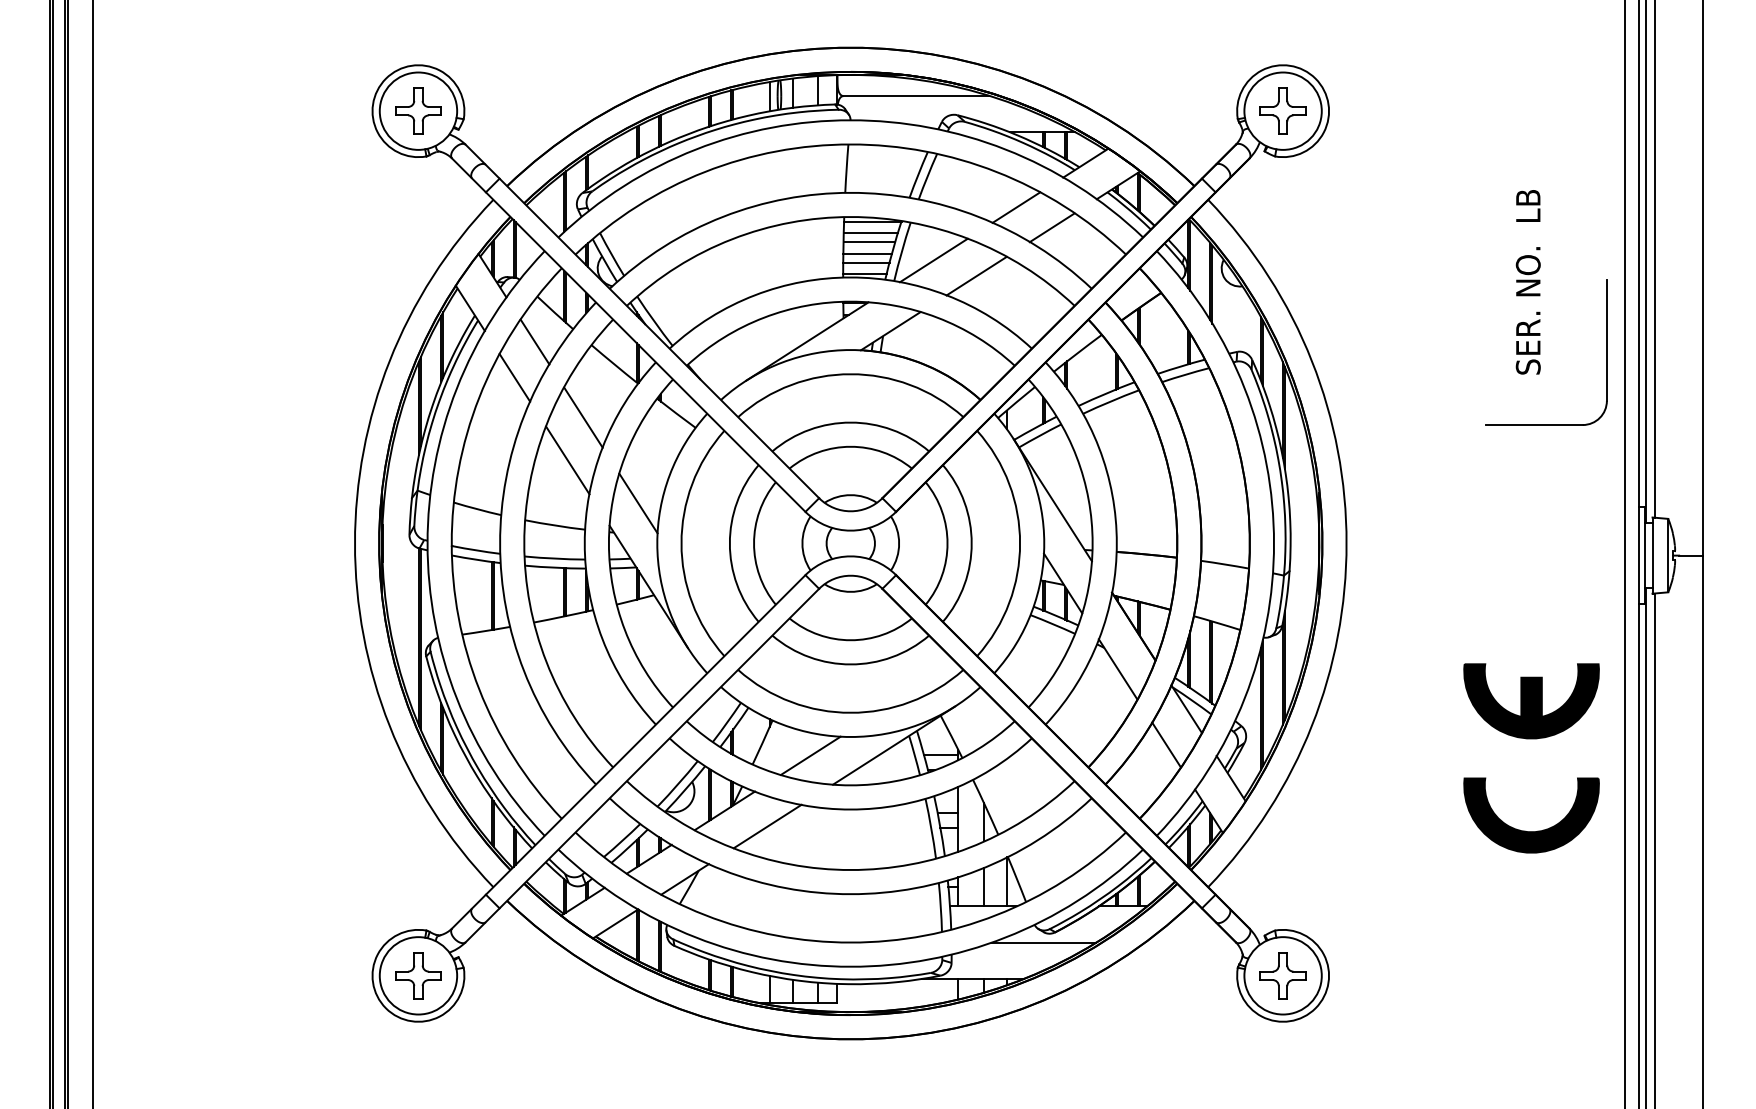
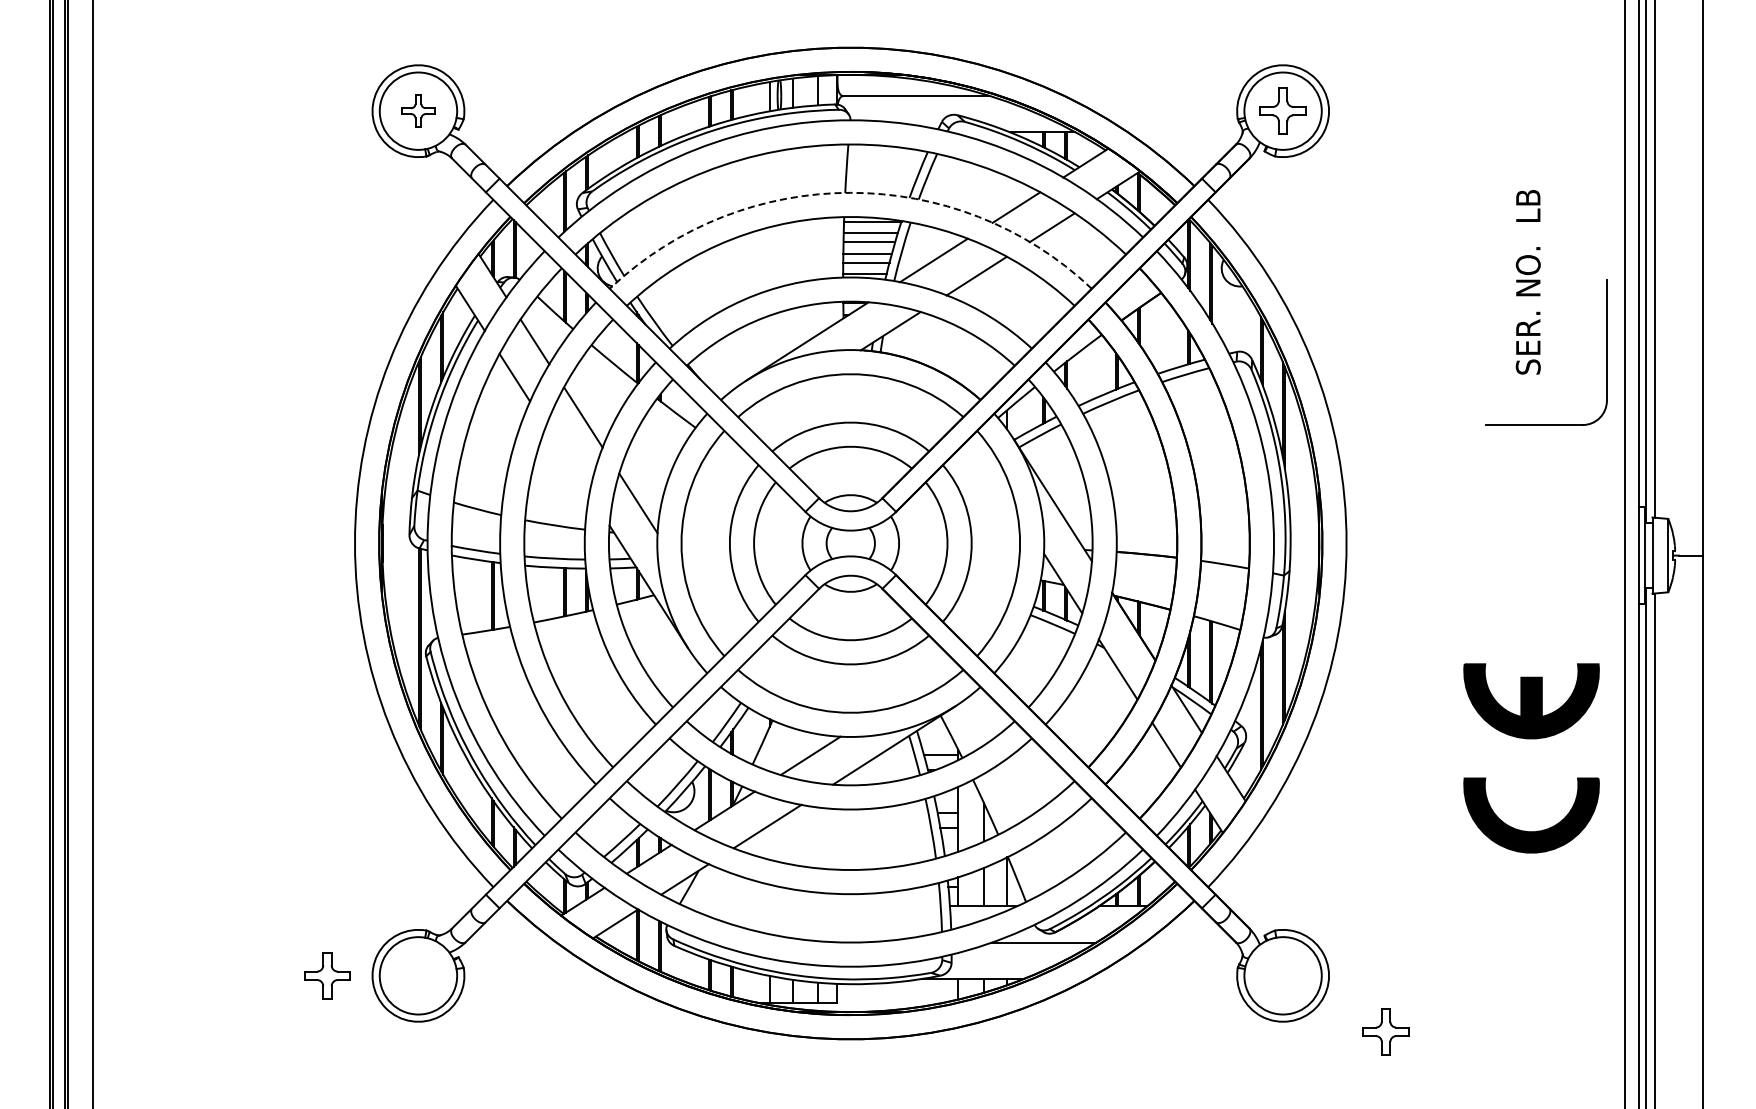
part at (418, 110) size: 47x48 px -> 35x34 px
arc at (850, 192): solid -> dashed
line at (567, 460): present -> none
part at (418, 975) position: (418, 975) -> (327, 975)
part at (1282, 975) position: (1282, 975) -> (1385, 1031)
